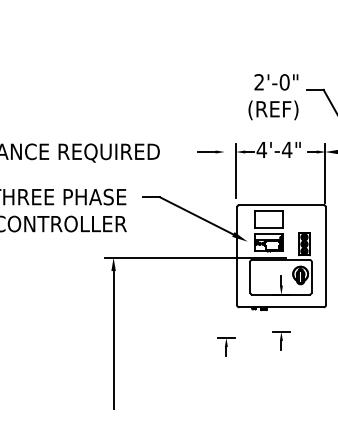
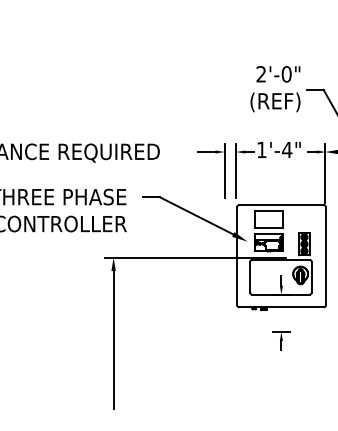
text at (273, 97) position: (273, 97) -> (275, 89)
text at (261, 149): 4'-4" -> 1'-4"
line at (224, 170): none -> present
part at (226, 346): present -> none
